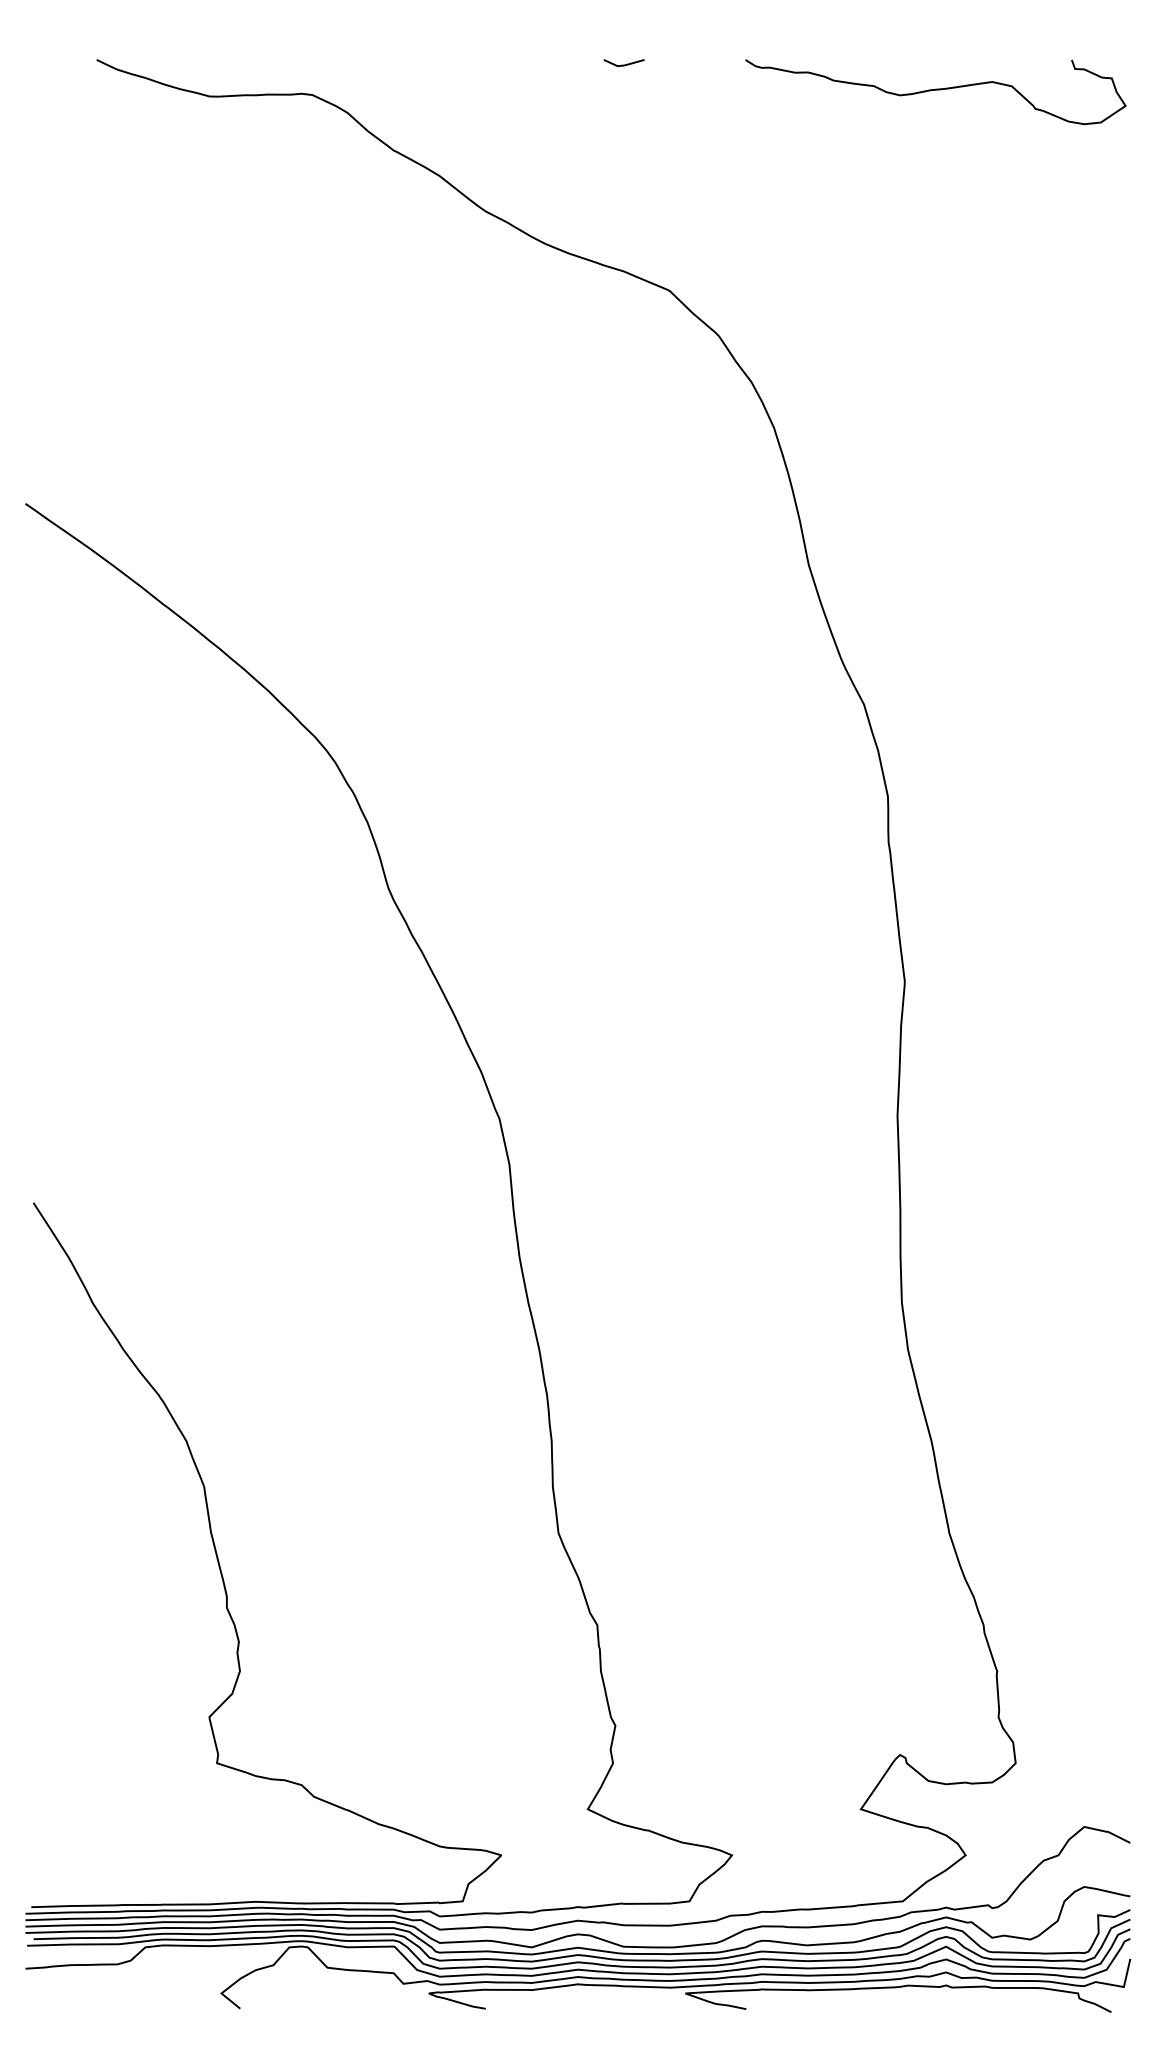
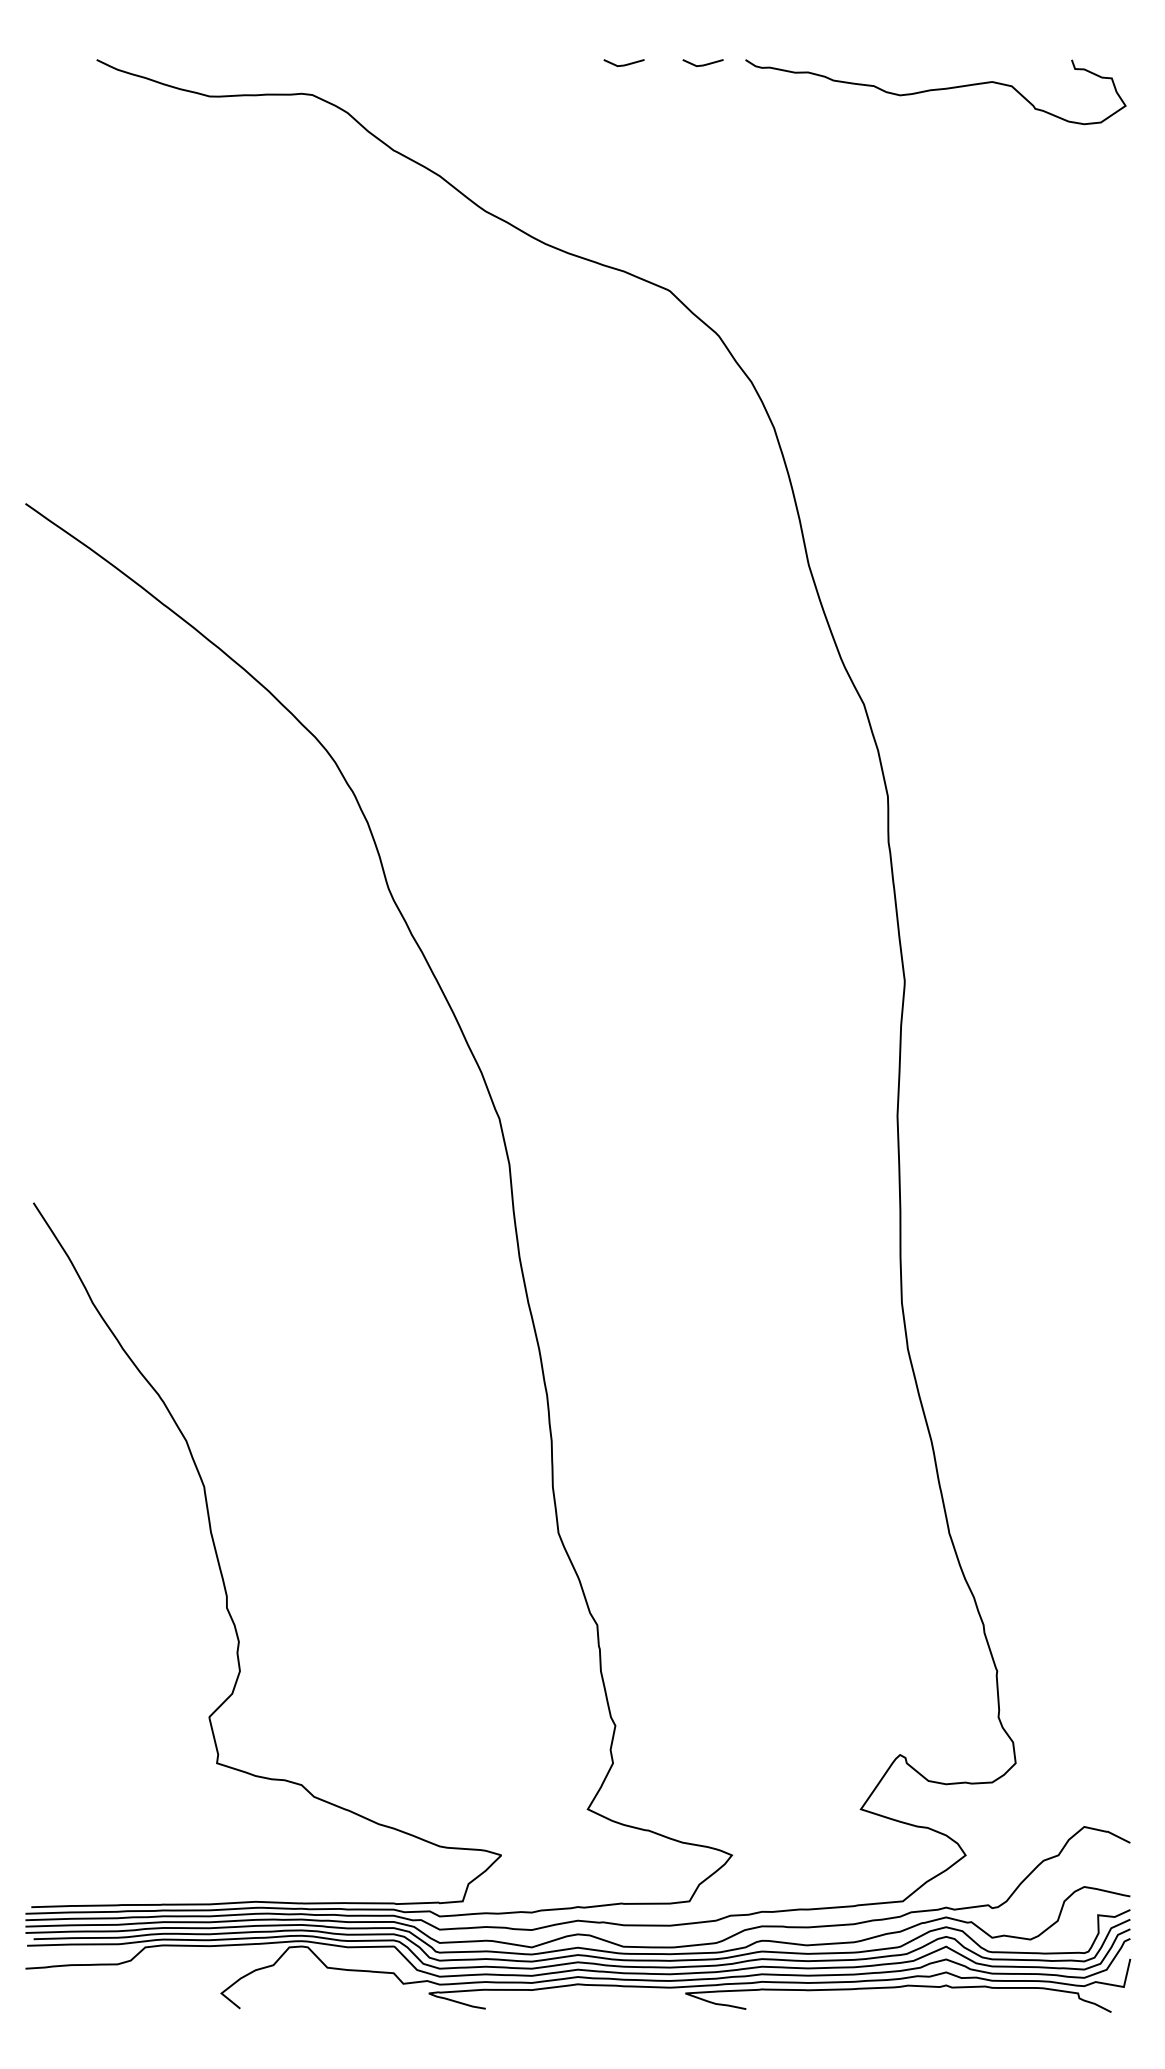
line at (702, 64): none -> present
